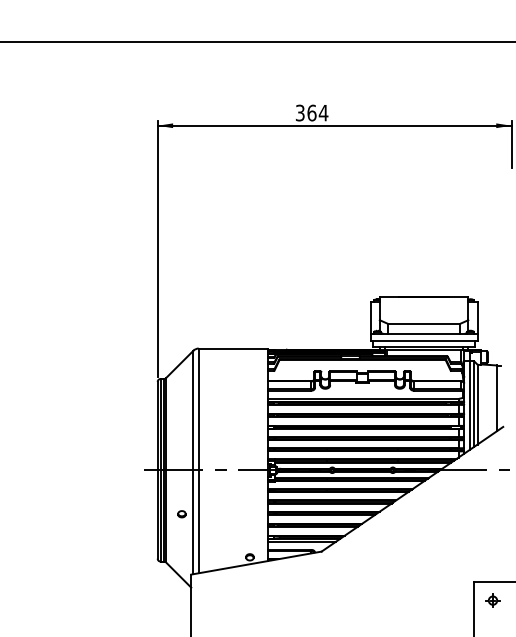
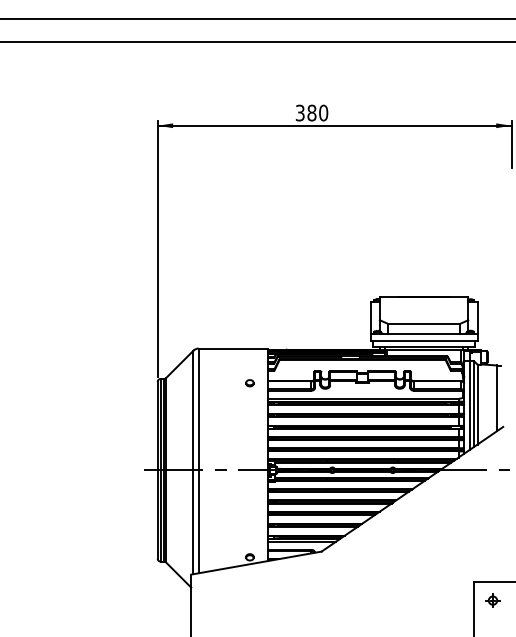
line at (257, 19): none -> present
text at (317, 112): 364 -> 380
part at (181, 514) position: (181, 514) -> (249, 383)
